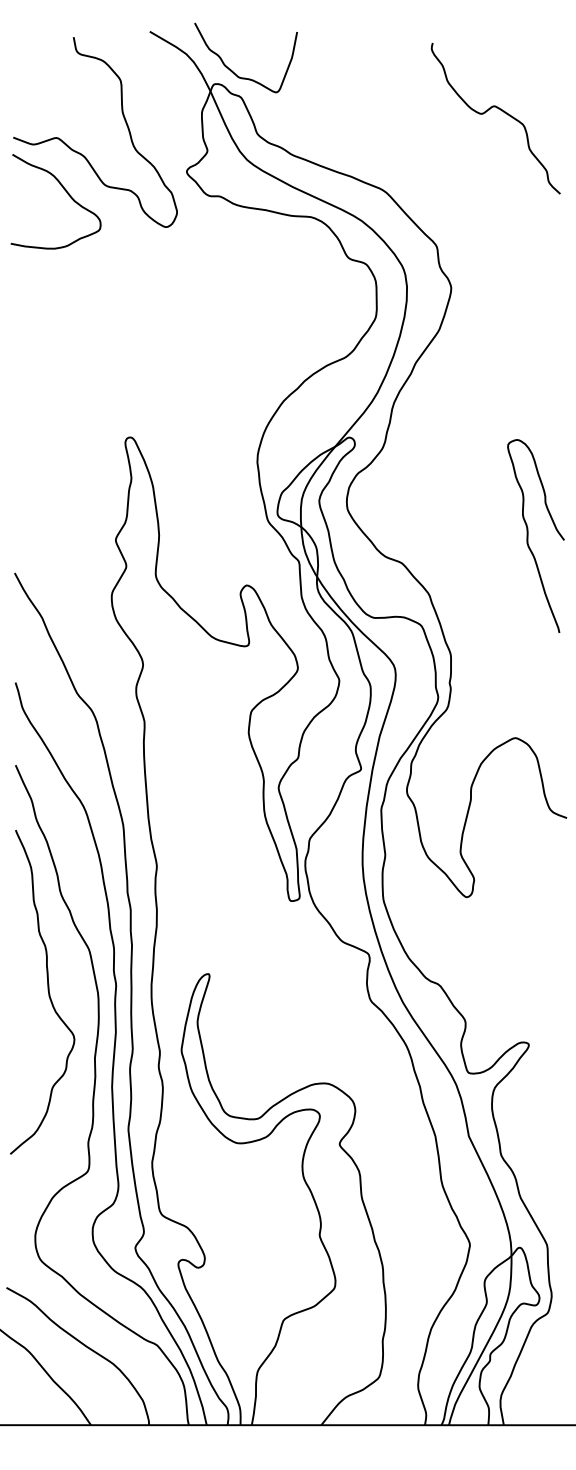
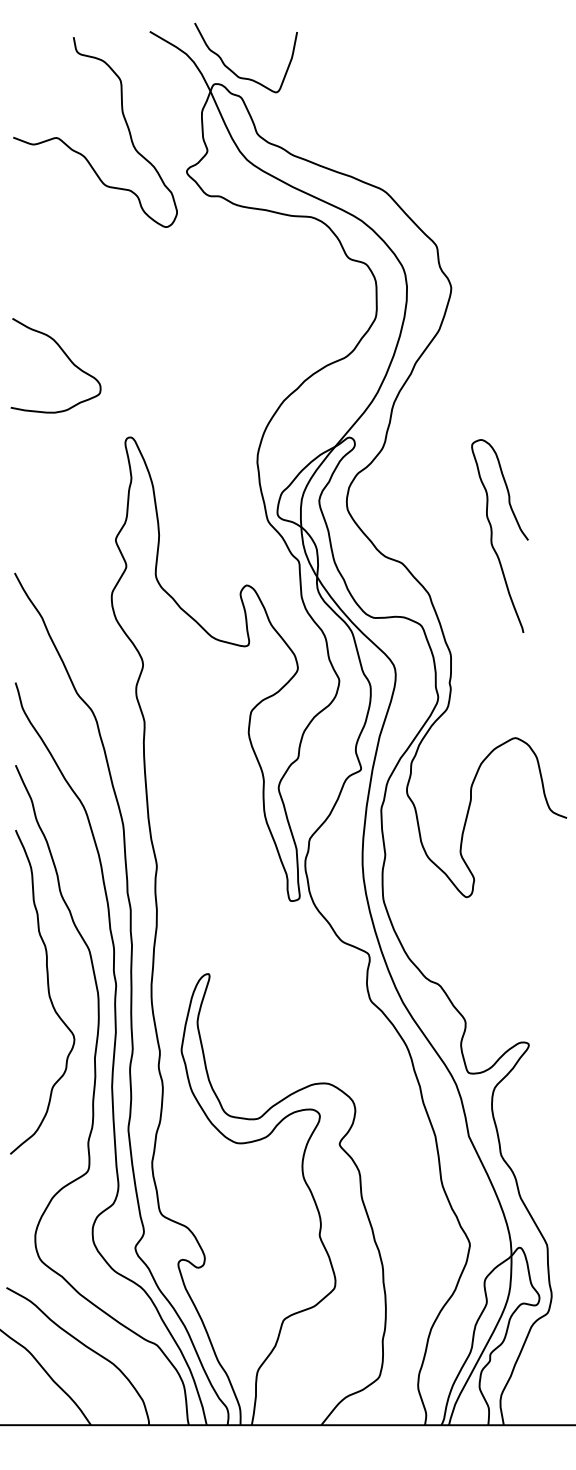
curve at (501, 111): present -> none
curve at (67, 194) position: (67, 194) -> (67, 358)
curve at (528, 535) position: (528, 535) -> (492, 535)
